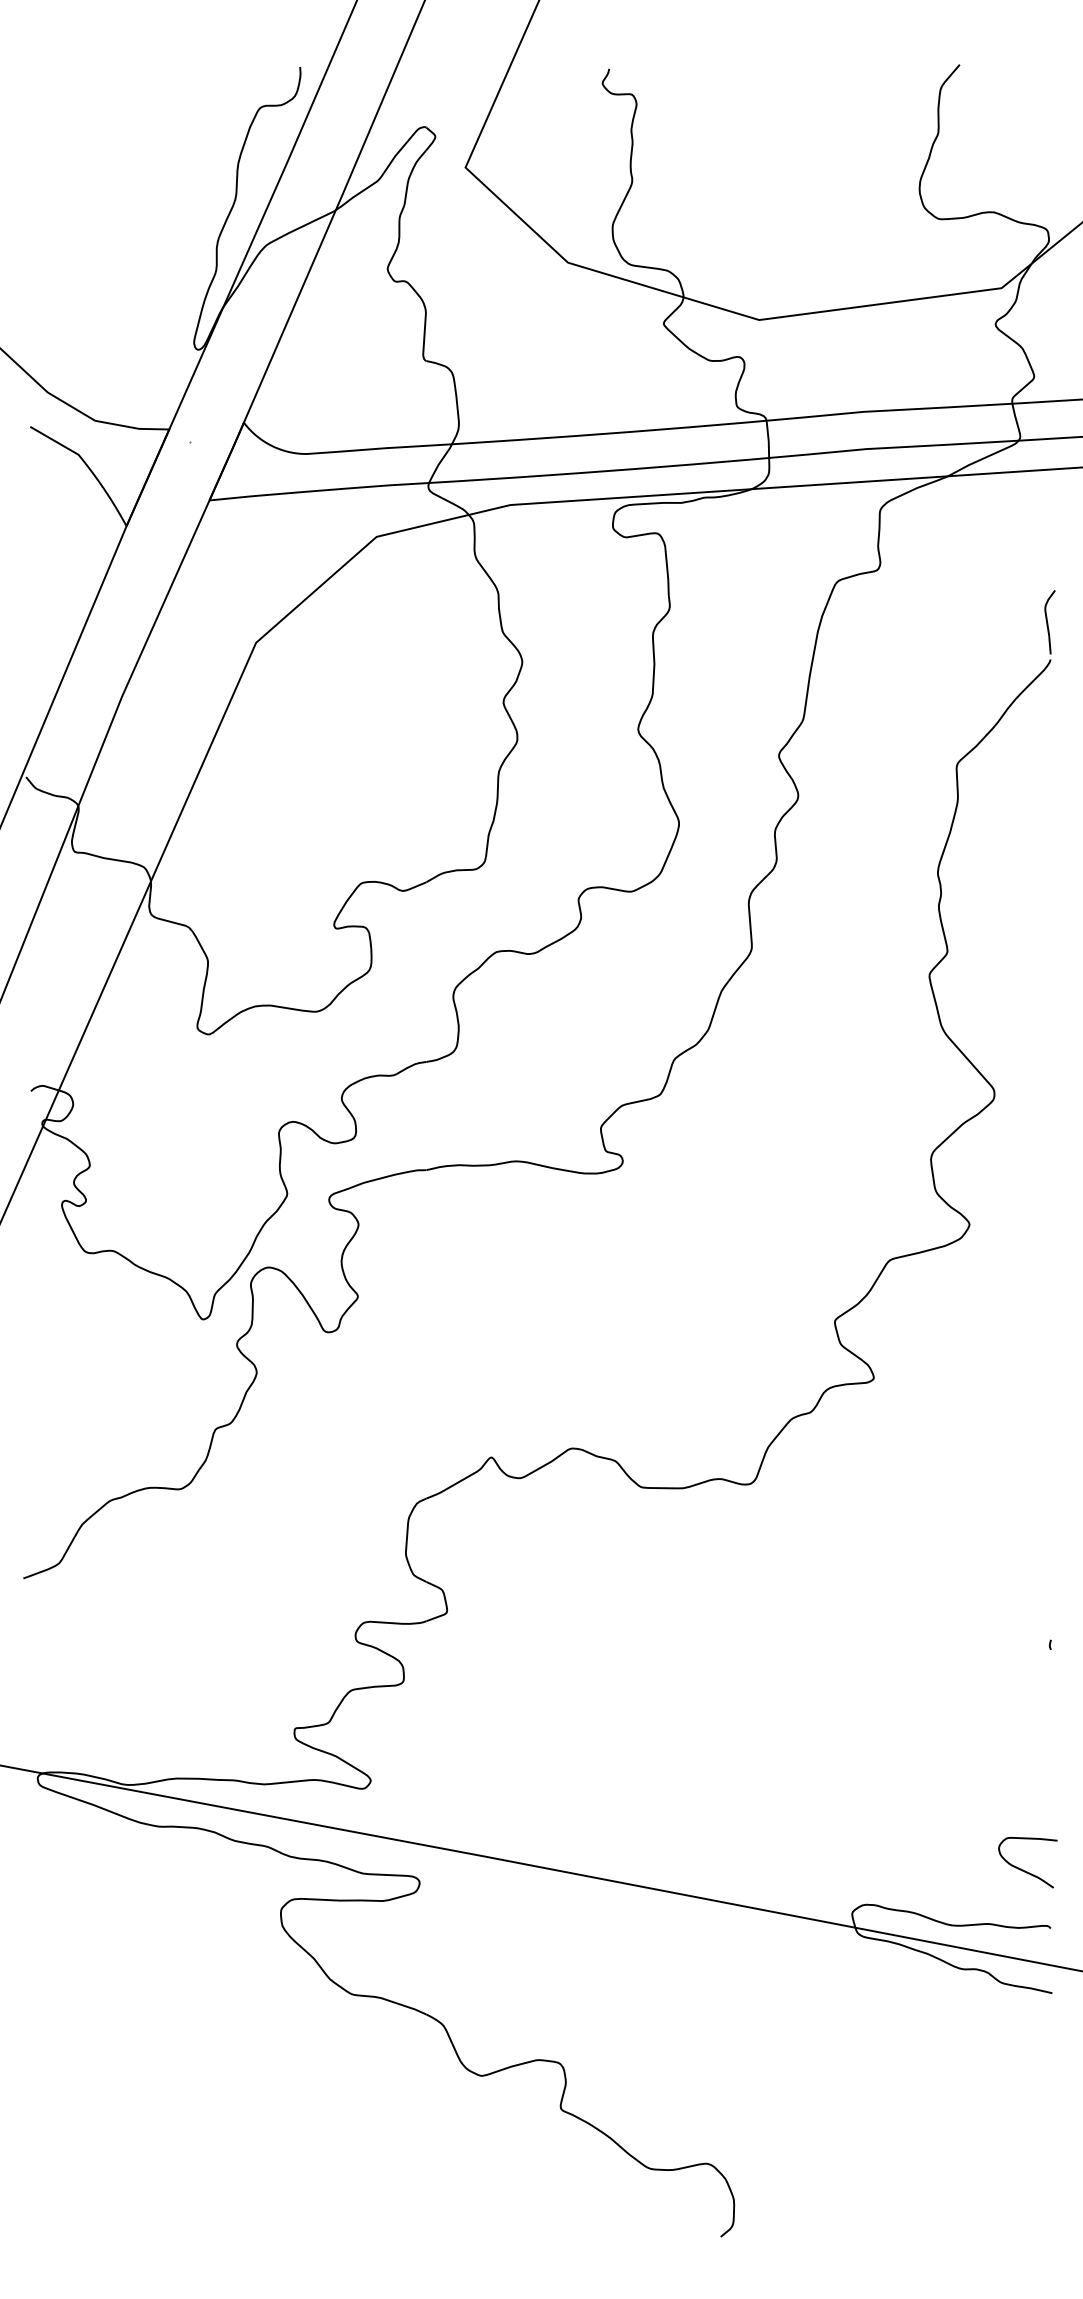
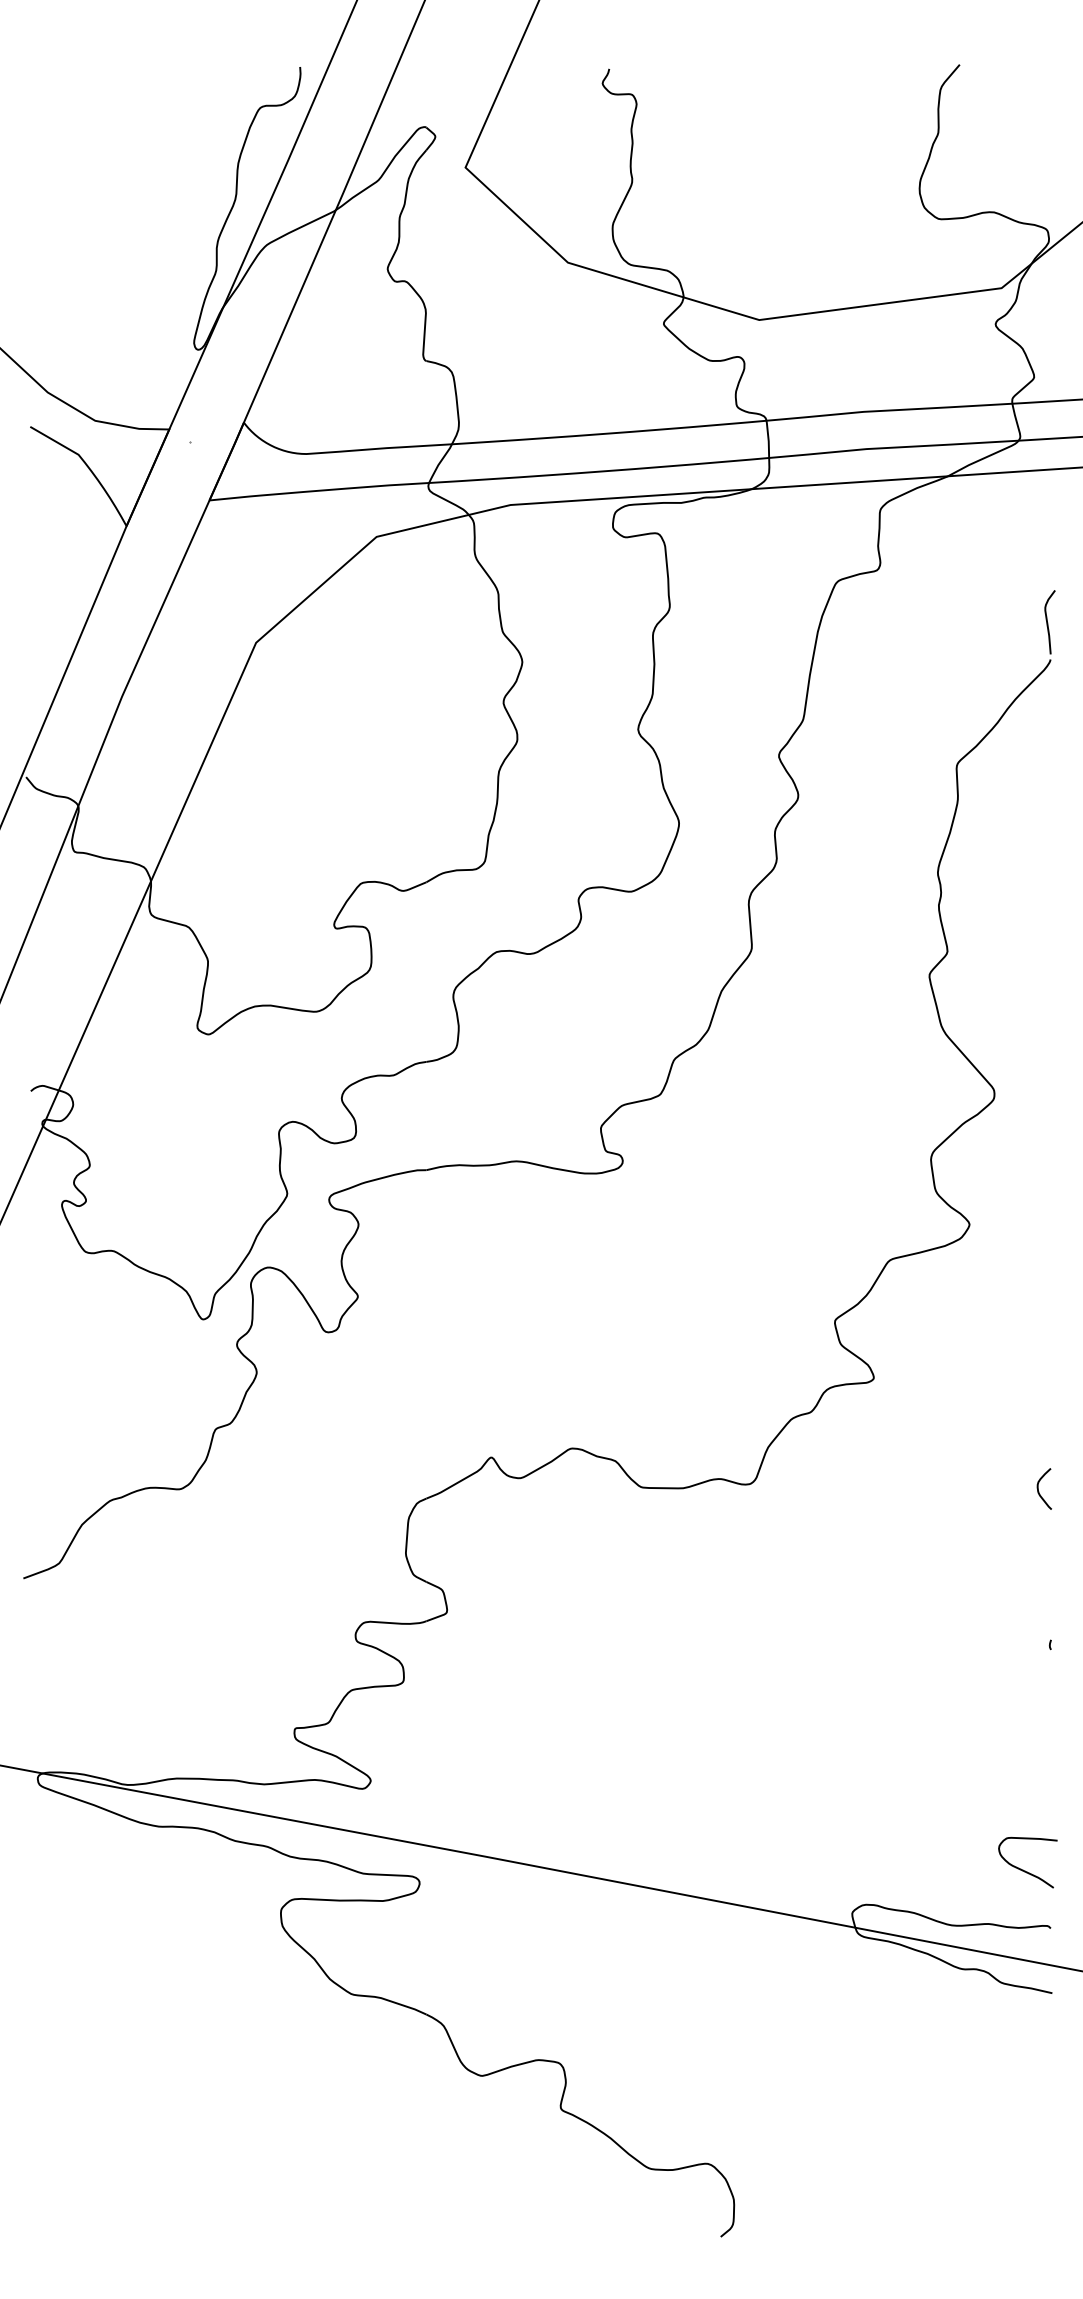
curve at (1038, 1488): none -> present
